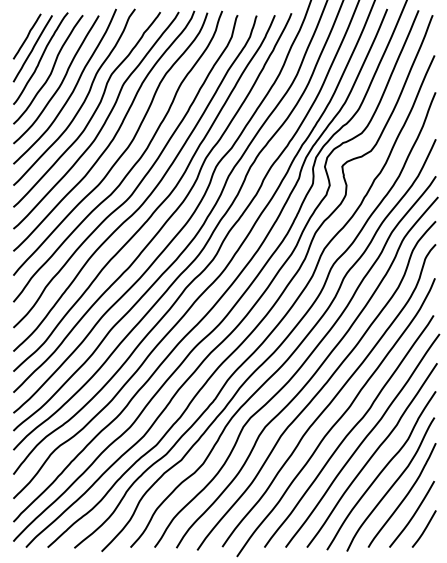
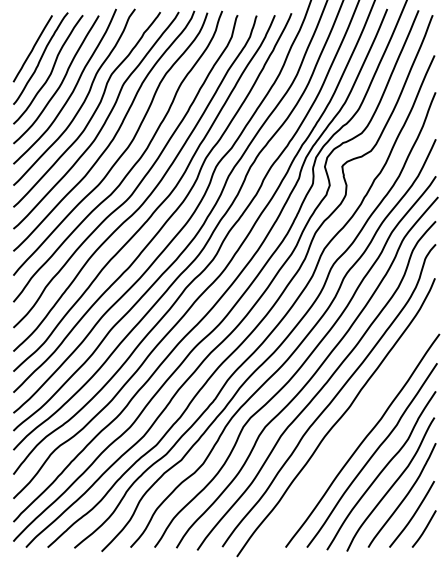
line at (26, 36): present -> none
curve at (349, 431): present -> none
